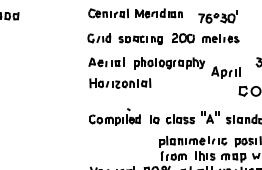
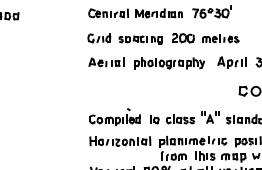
part at (217, 16) position: (217, 16) -> (211, 11)
part at (225, 72) position: (225, 72) -> (231, 62)
part at (120, 83) position: (120, 83) -> (120, 141)
